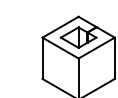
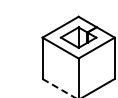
line at (58, 88): solid -> dashed
